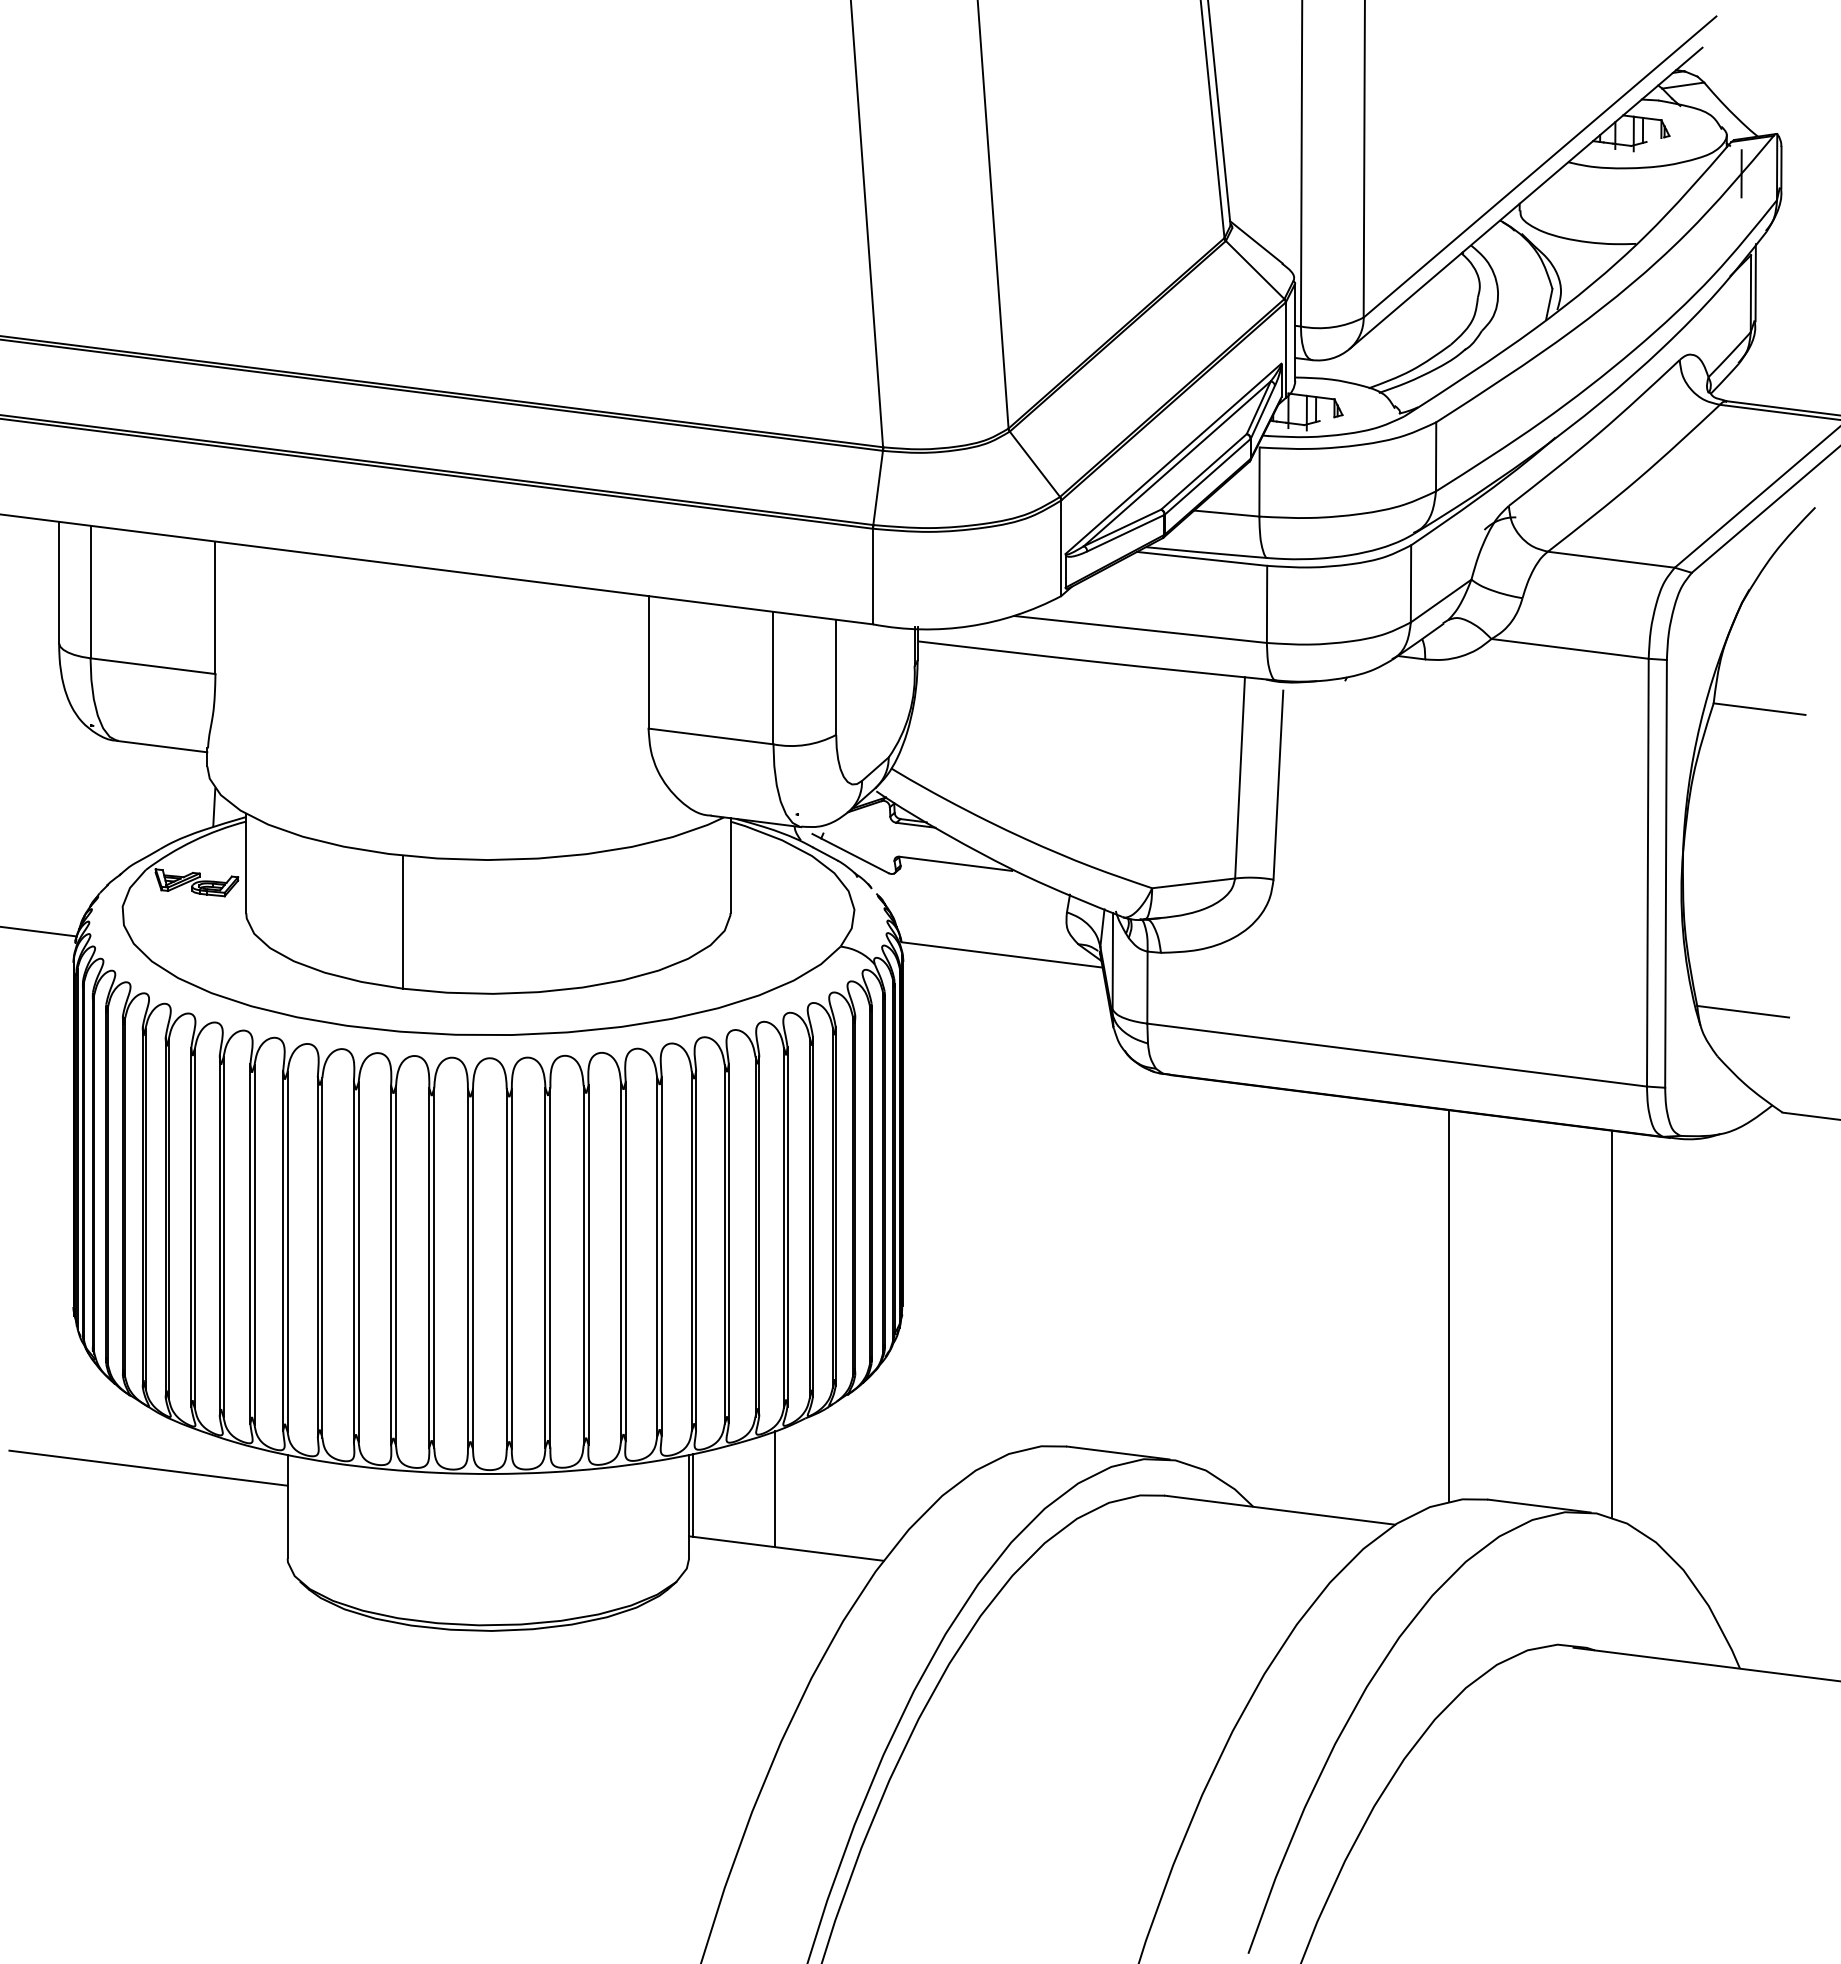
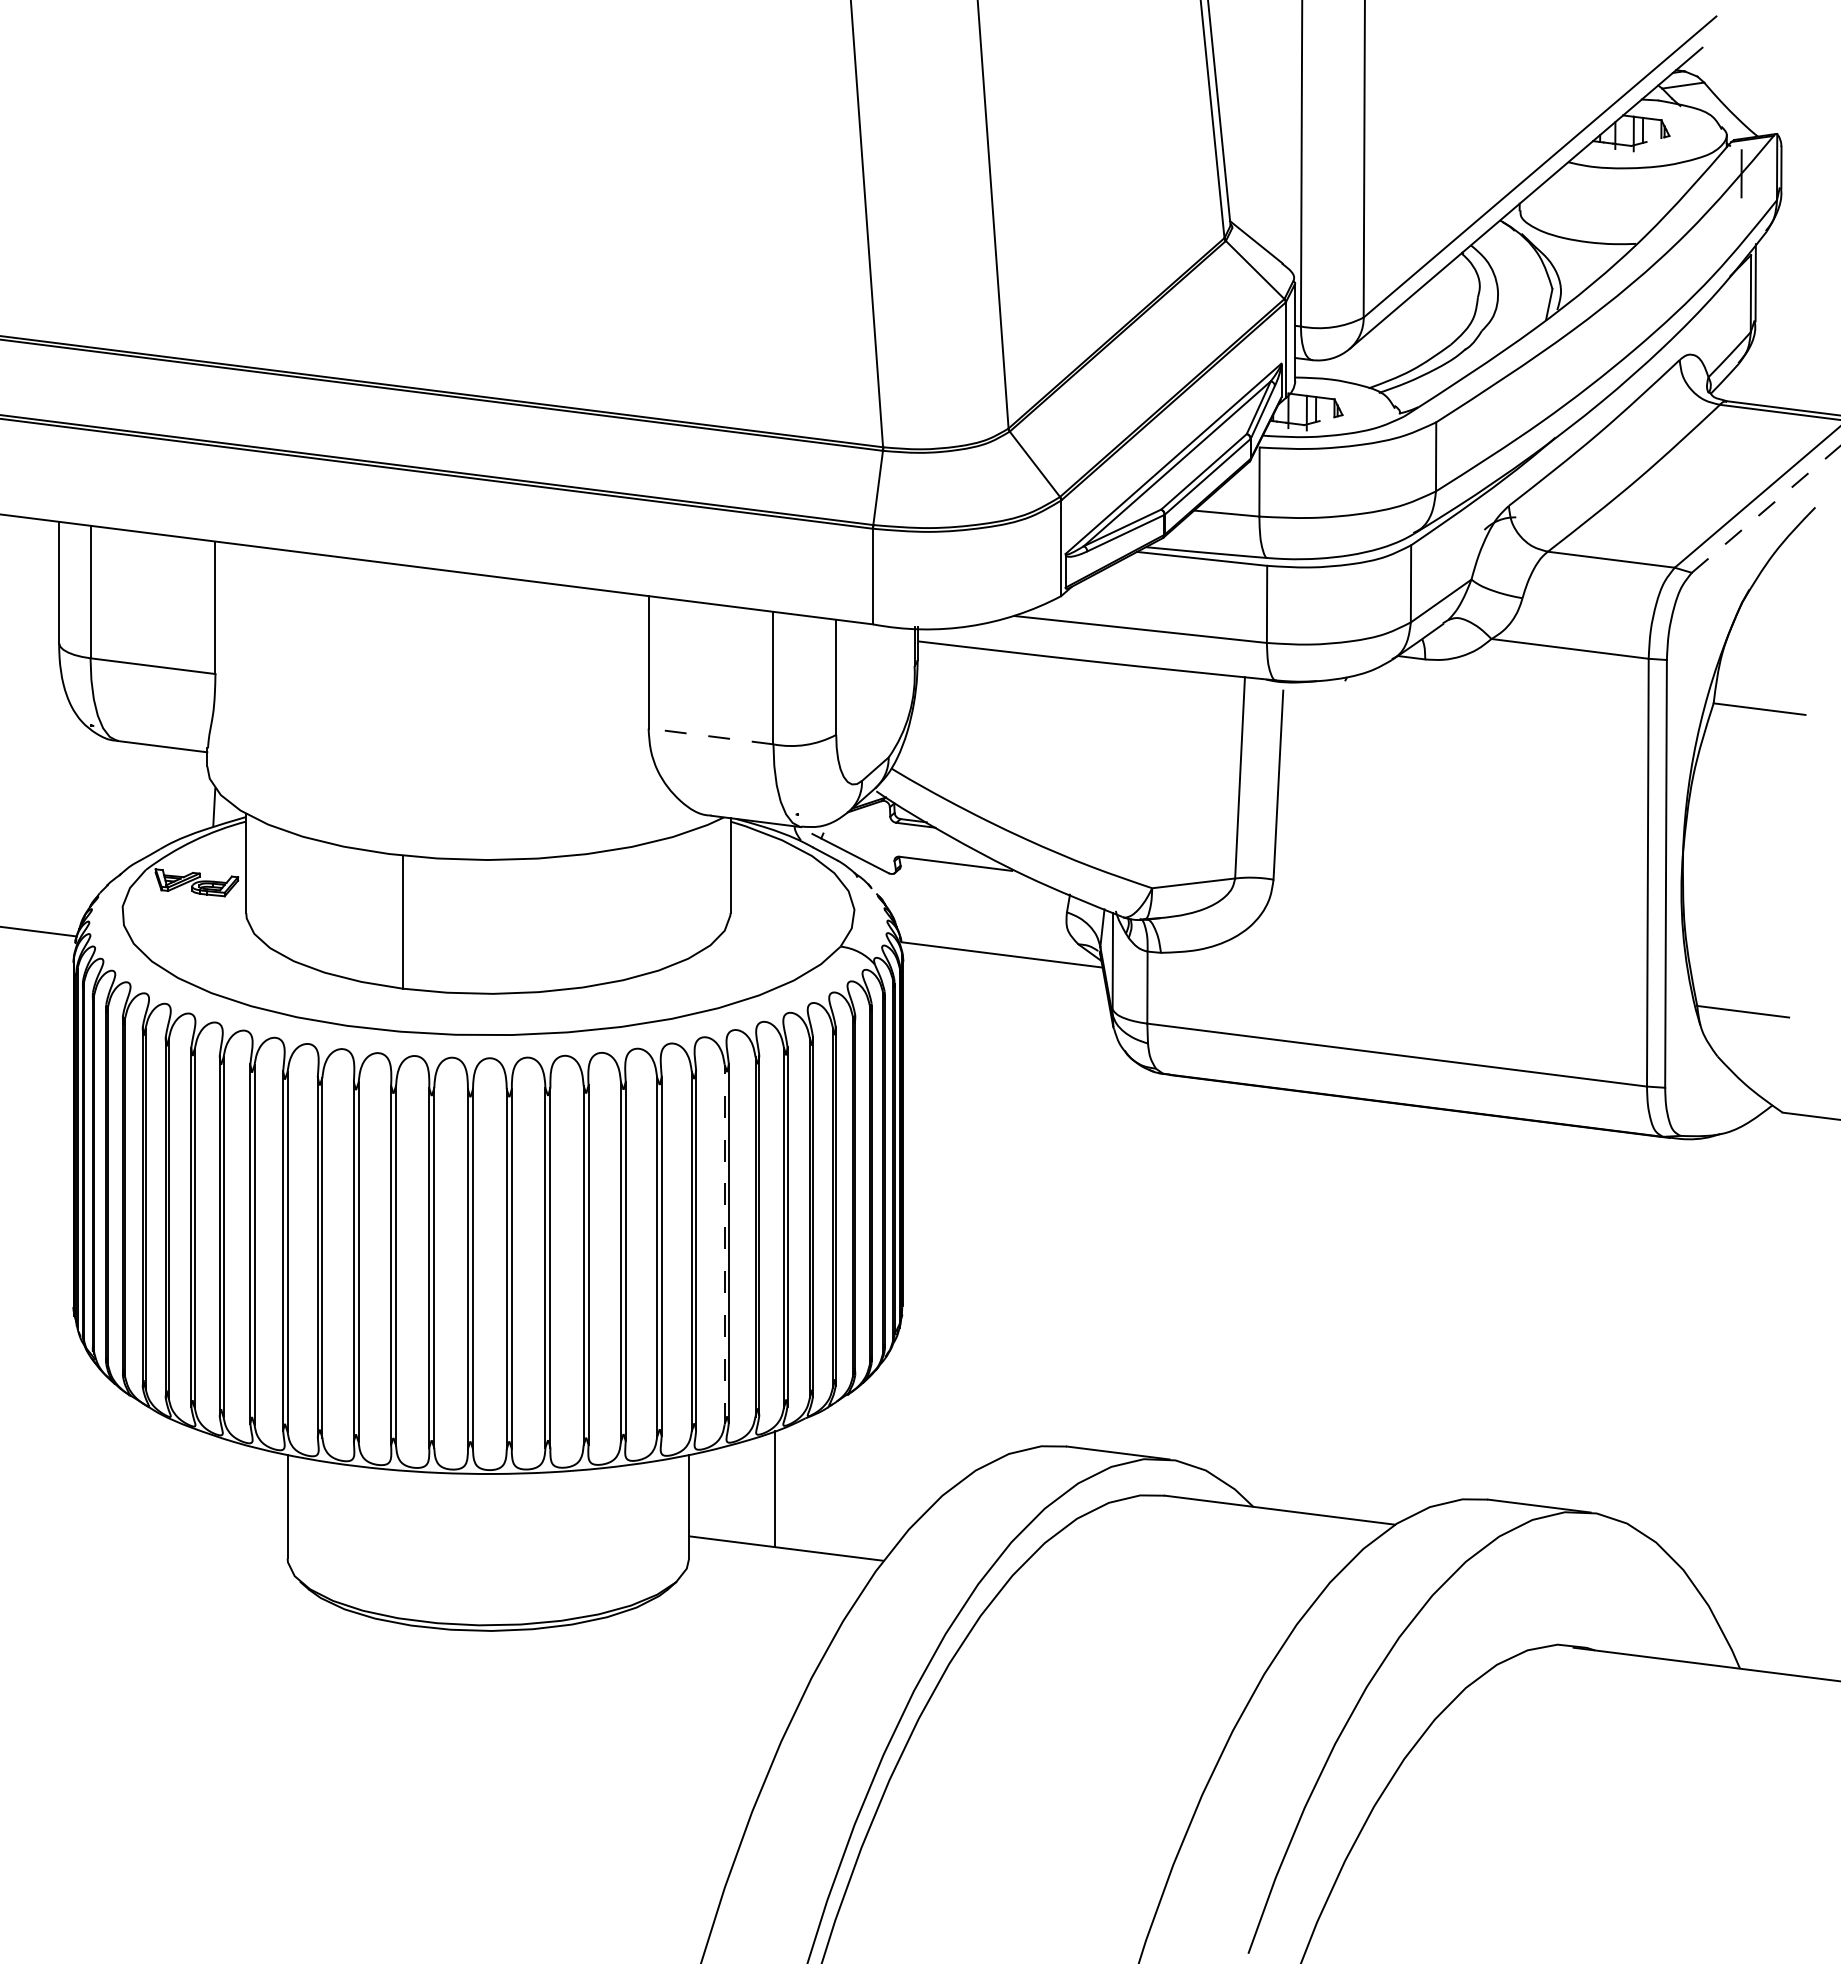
line at (1766, 509): solid -> dashed
line at (711, 736): solid -> dashed
line at (724, 1244): solid -> dashed
line at (1448, 1305): present -> none
line at (1611, 1323): present -> none
line at (148, 1467): present -> none
line at (692, 1495): present -> none
